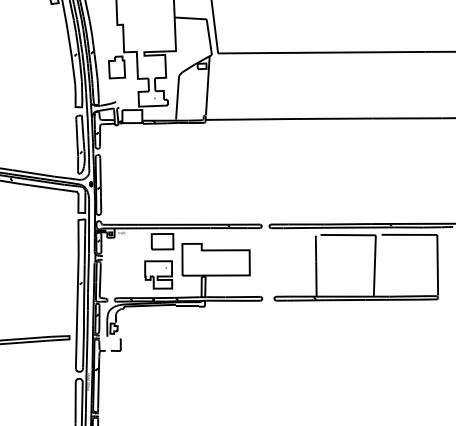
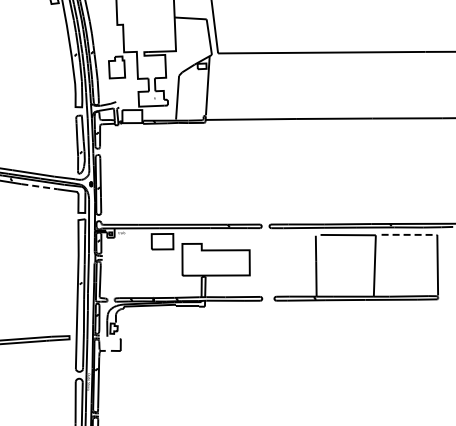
line at (40, 186): solid -> dashed
line at (409, 234): solid -> dashed
part at (158, 274): present -> none
